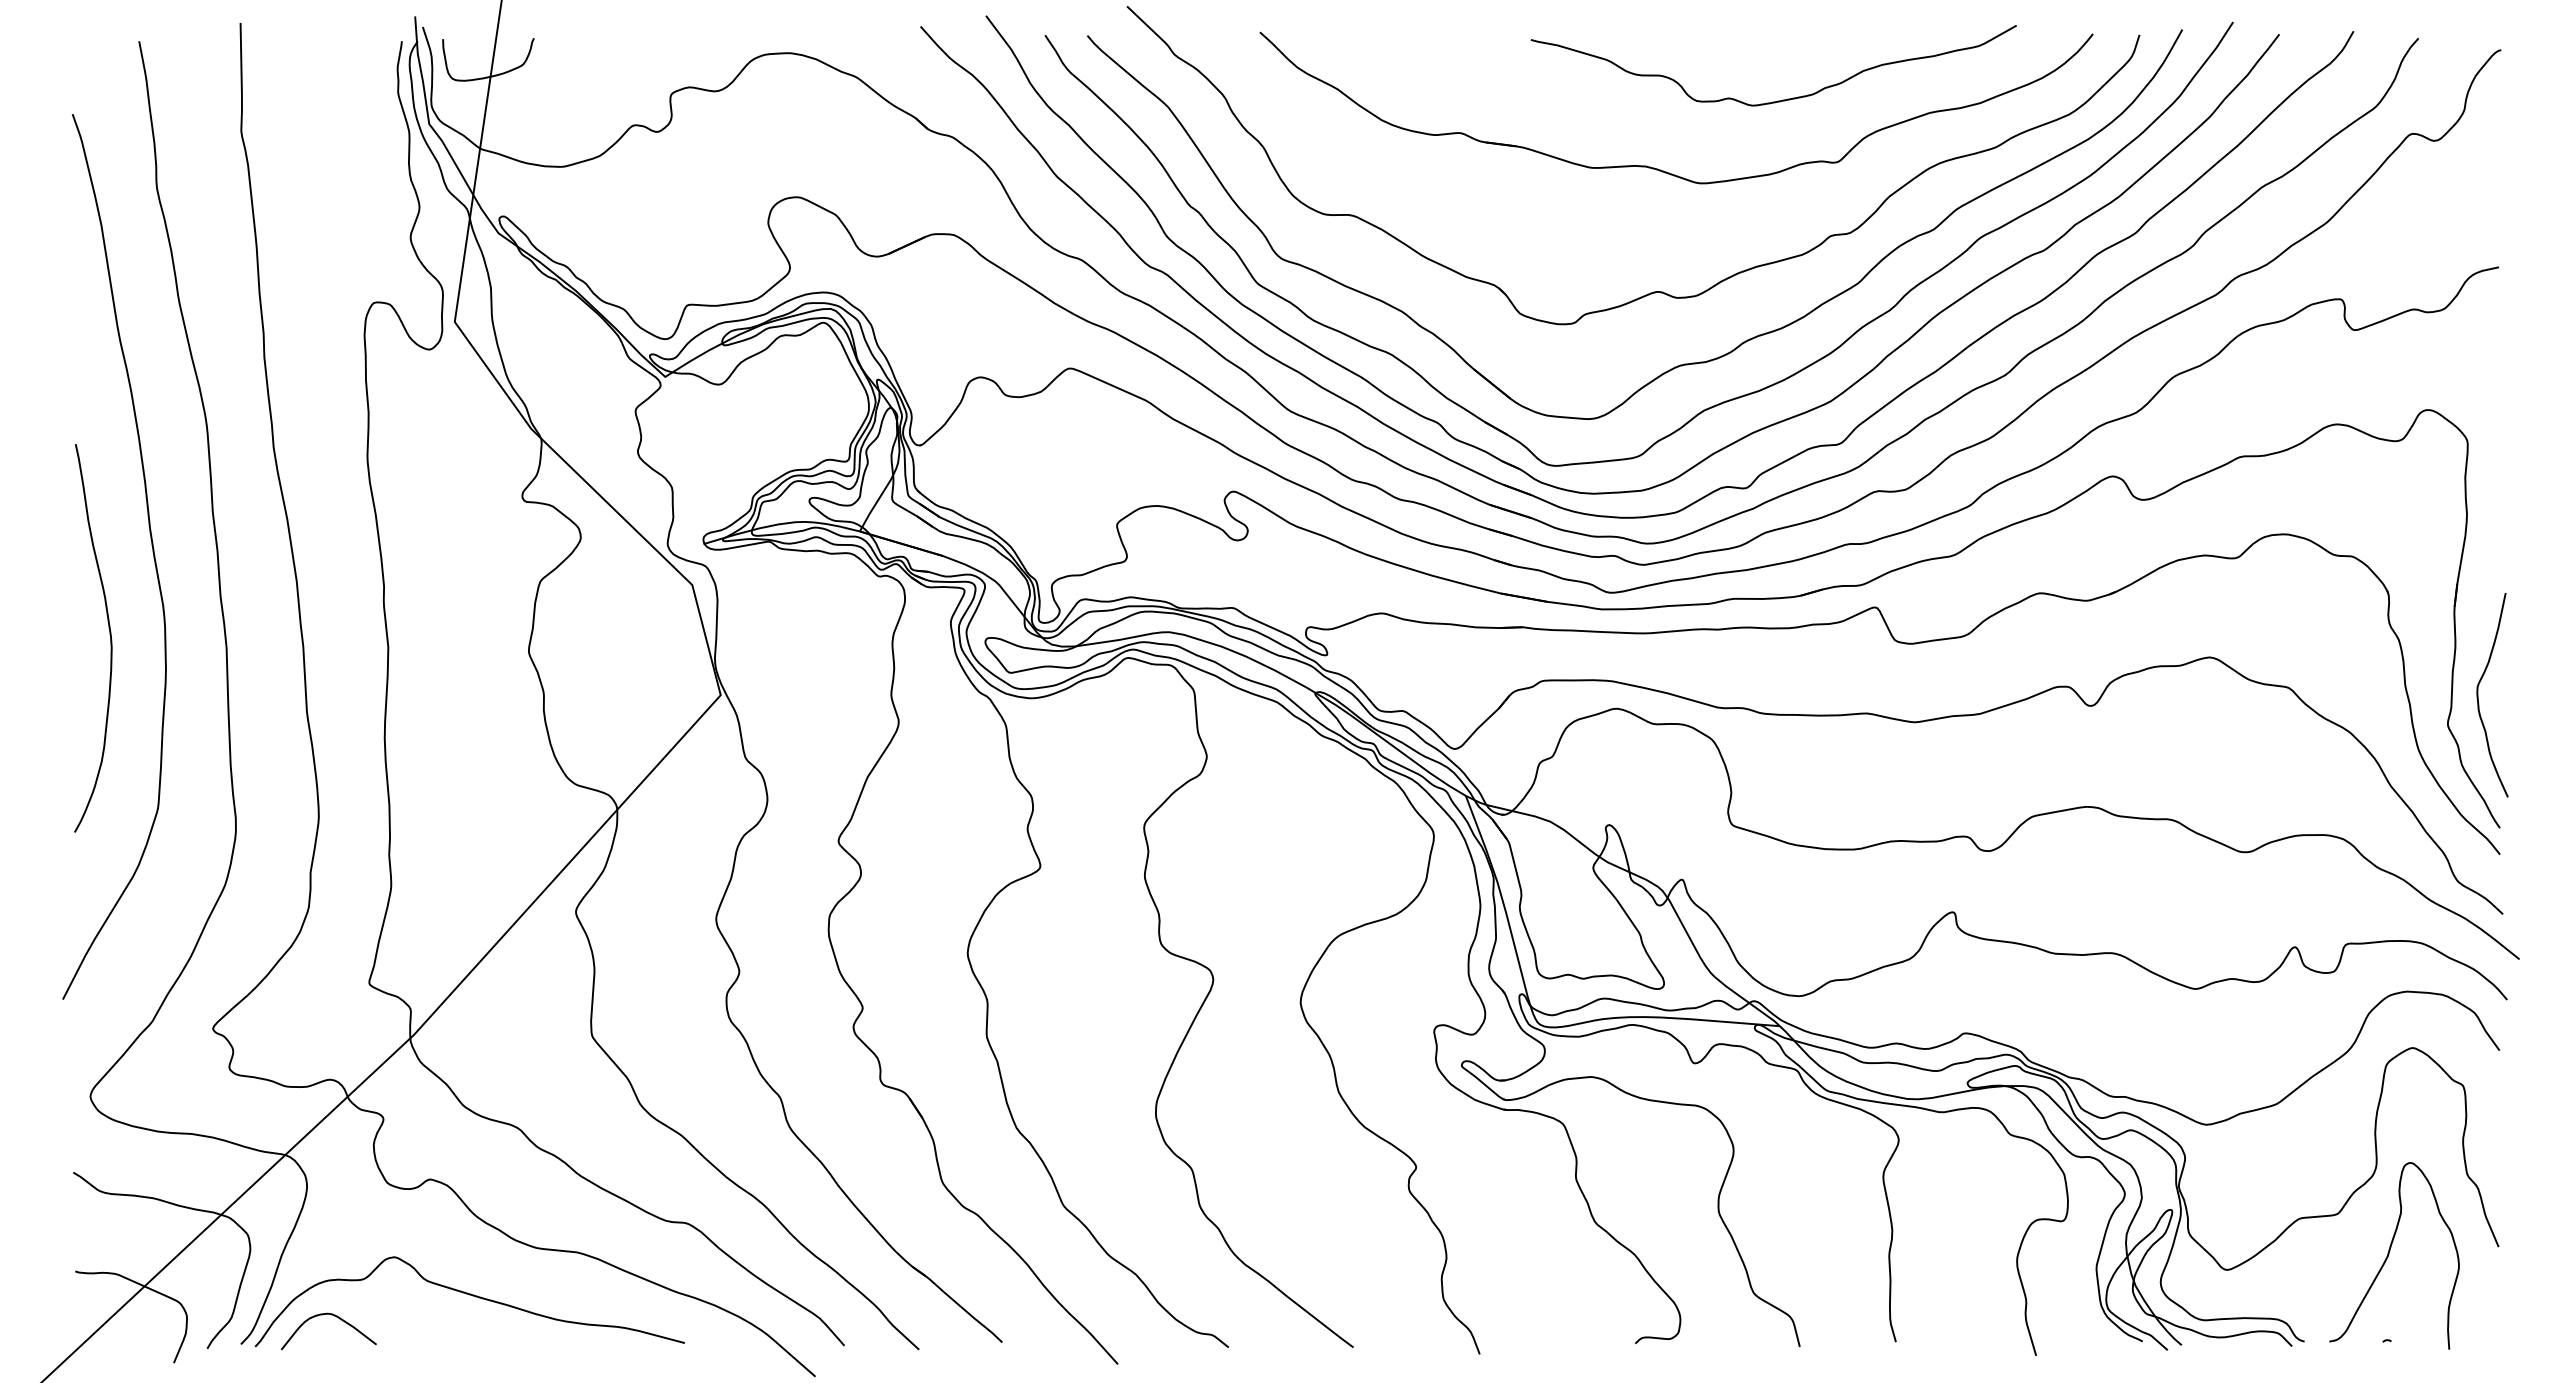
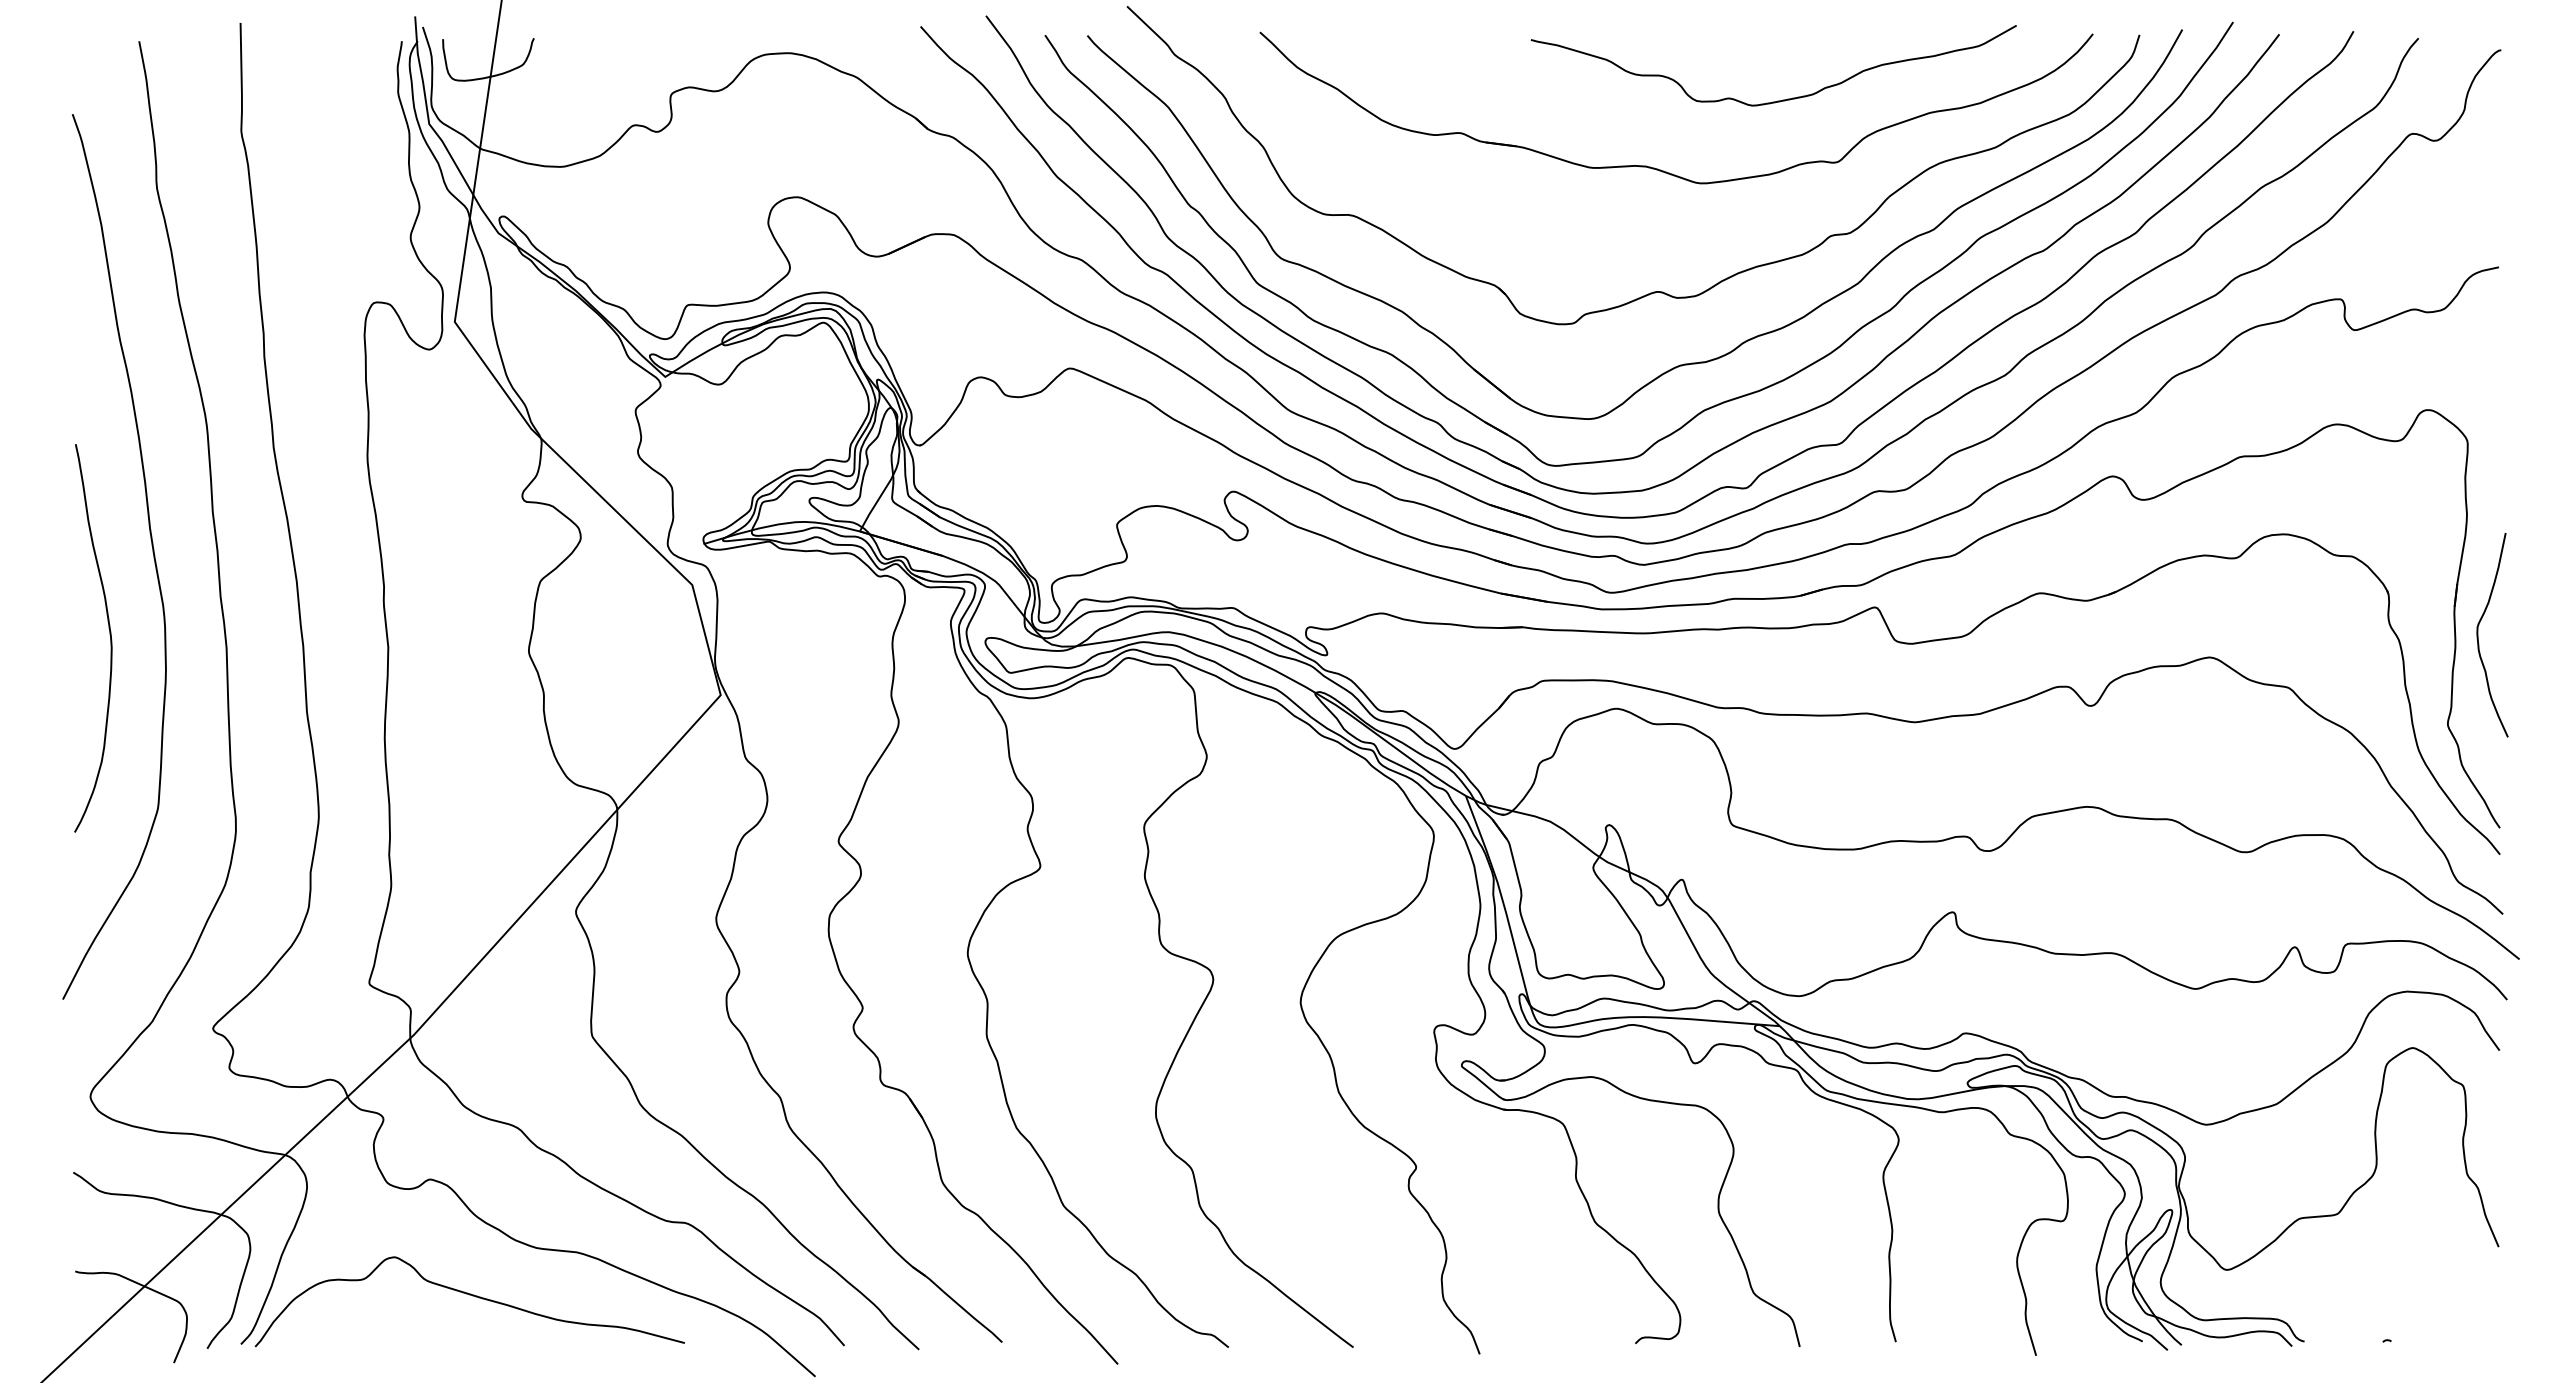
curve at (2478, 695) position: (2478, 695) -> (2478, 635)
curve at (2389, 1254): present -> none
curve at (336, 1317): present -> none
